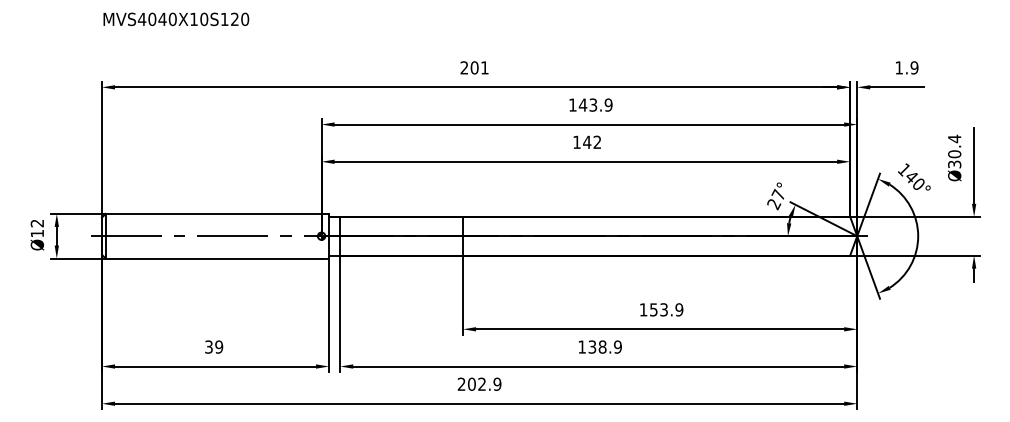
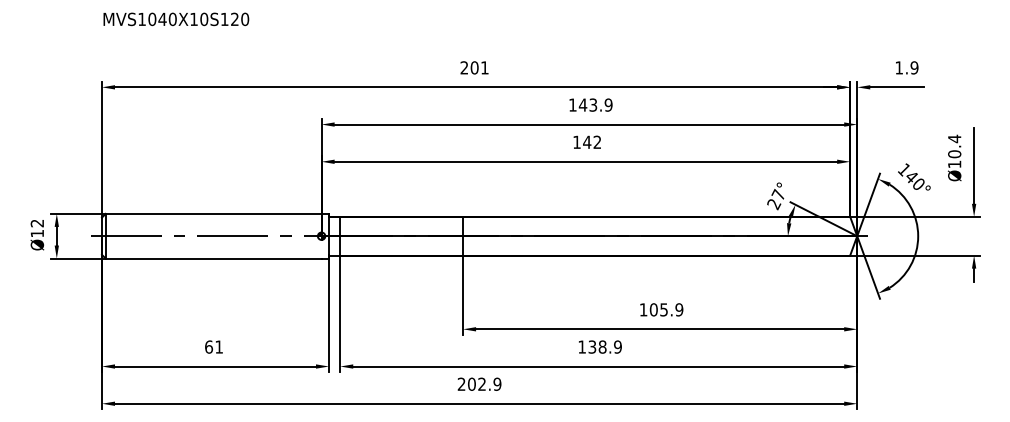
text at (141, 19): MVS4040X10S120 -> MVS1040X10S120
text at (954, 164): Ø30.4 -> Ø10.4
text at (658, 309): 153.9 -> 105.9
text at (214, 346): 39 -> 61
